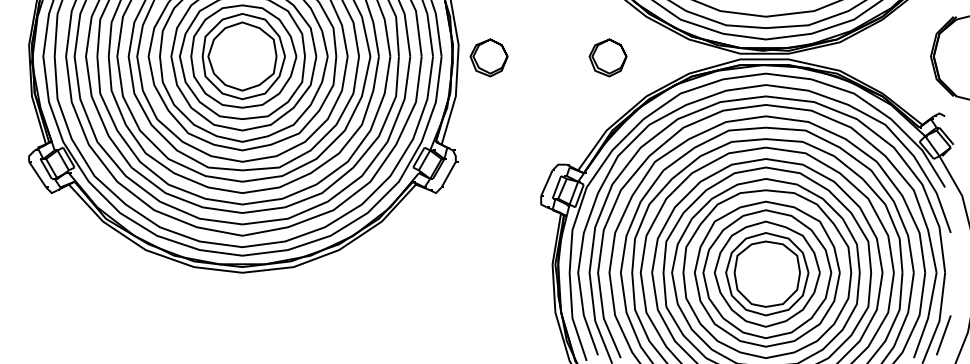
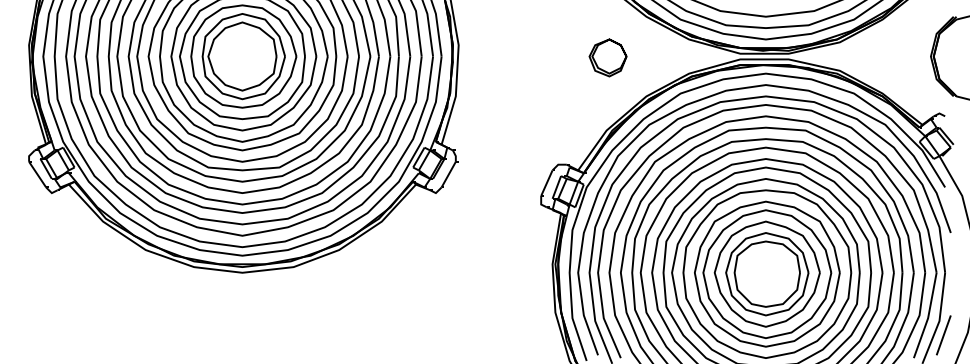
part at (488, 57): present -> none
